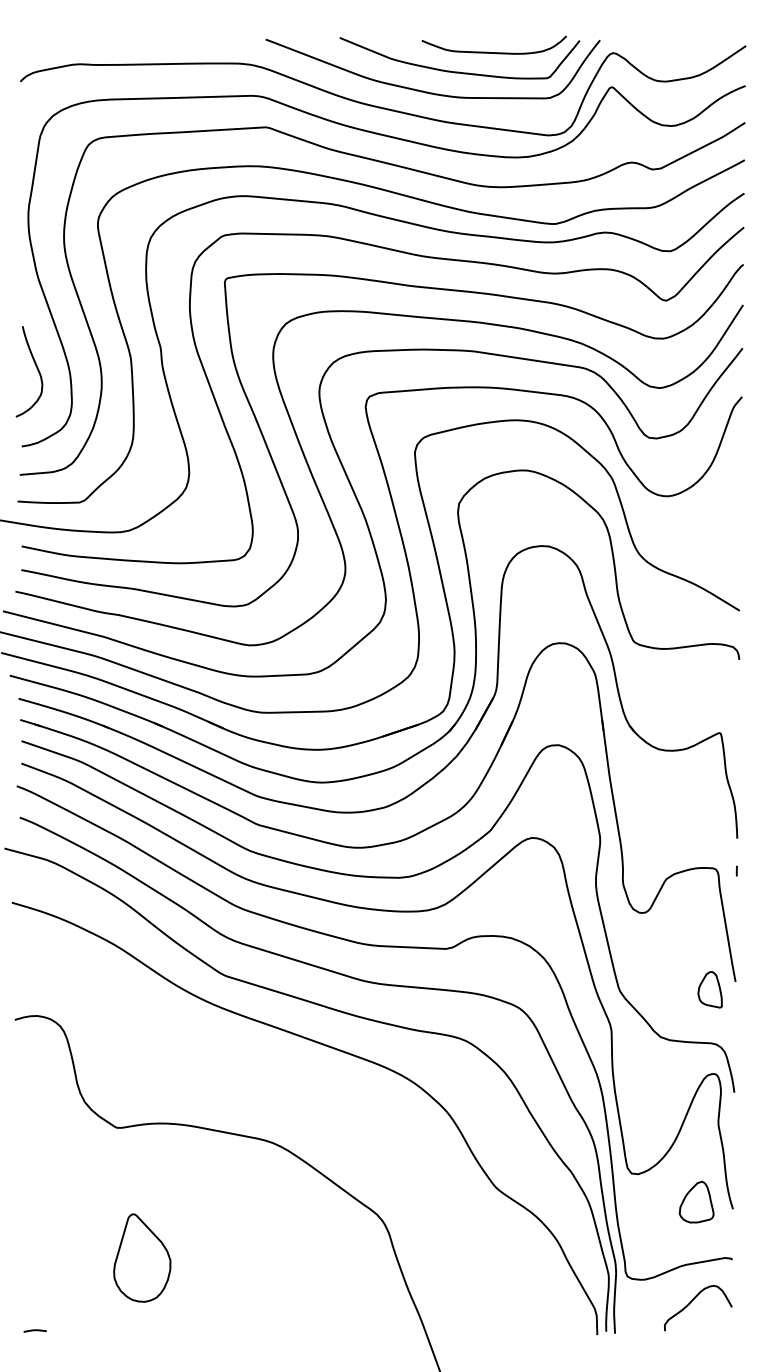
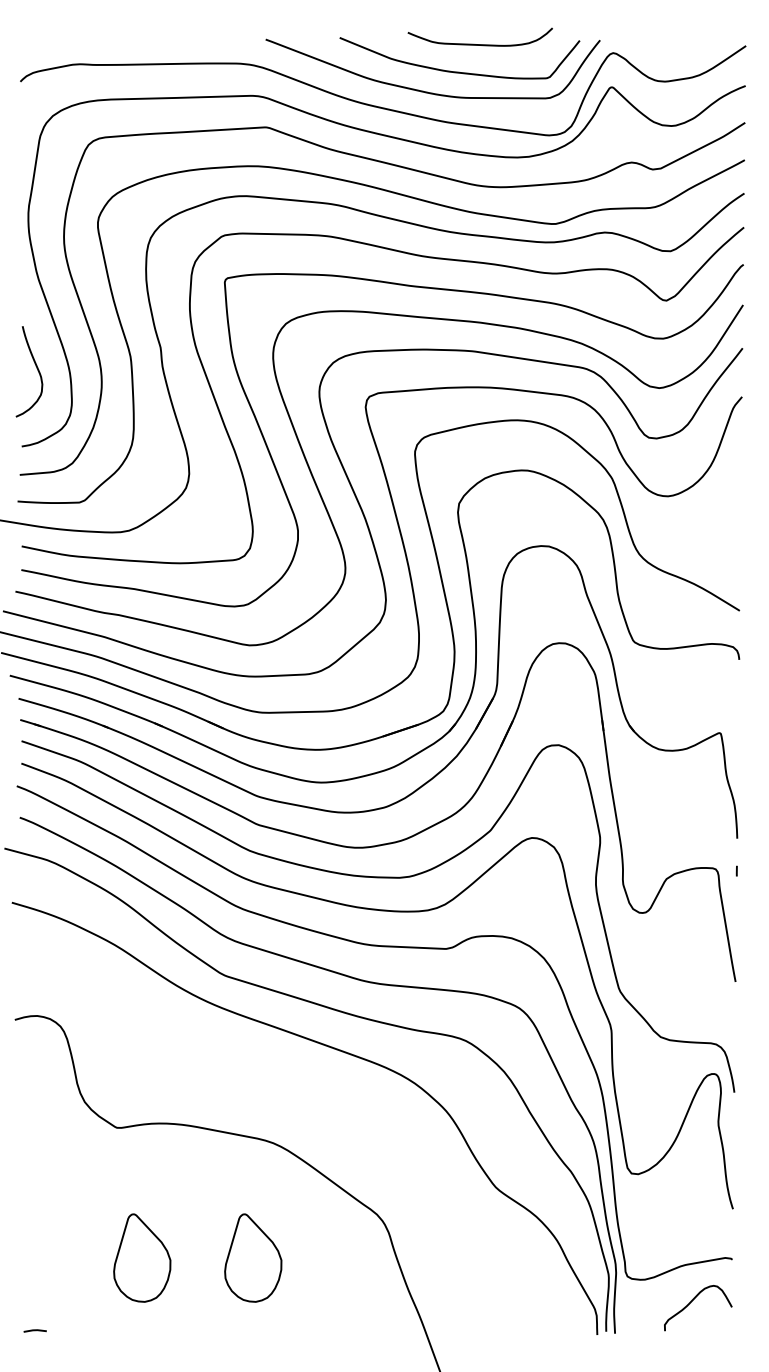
curve at (493, 52) position: (493, 52) -> (479, 44)
part at (709, 989): present -> none
part at (696, 1201): present -> none
part at (253, 1257): none -> present
